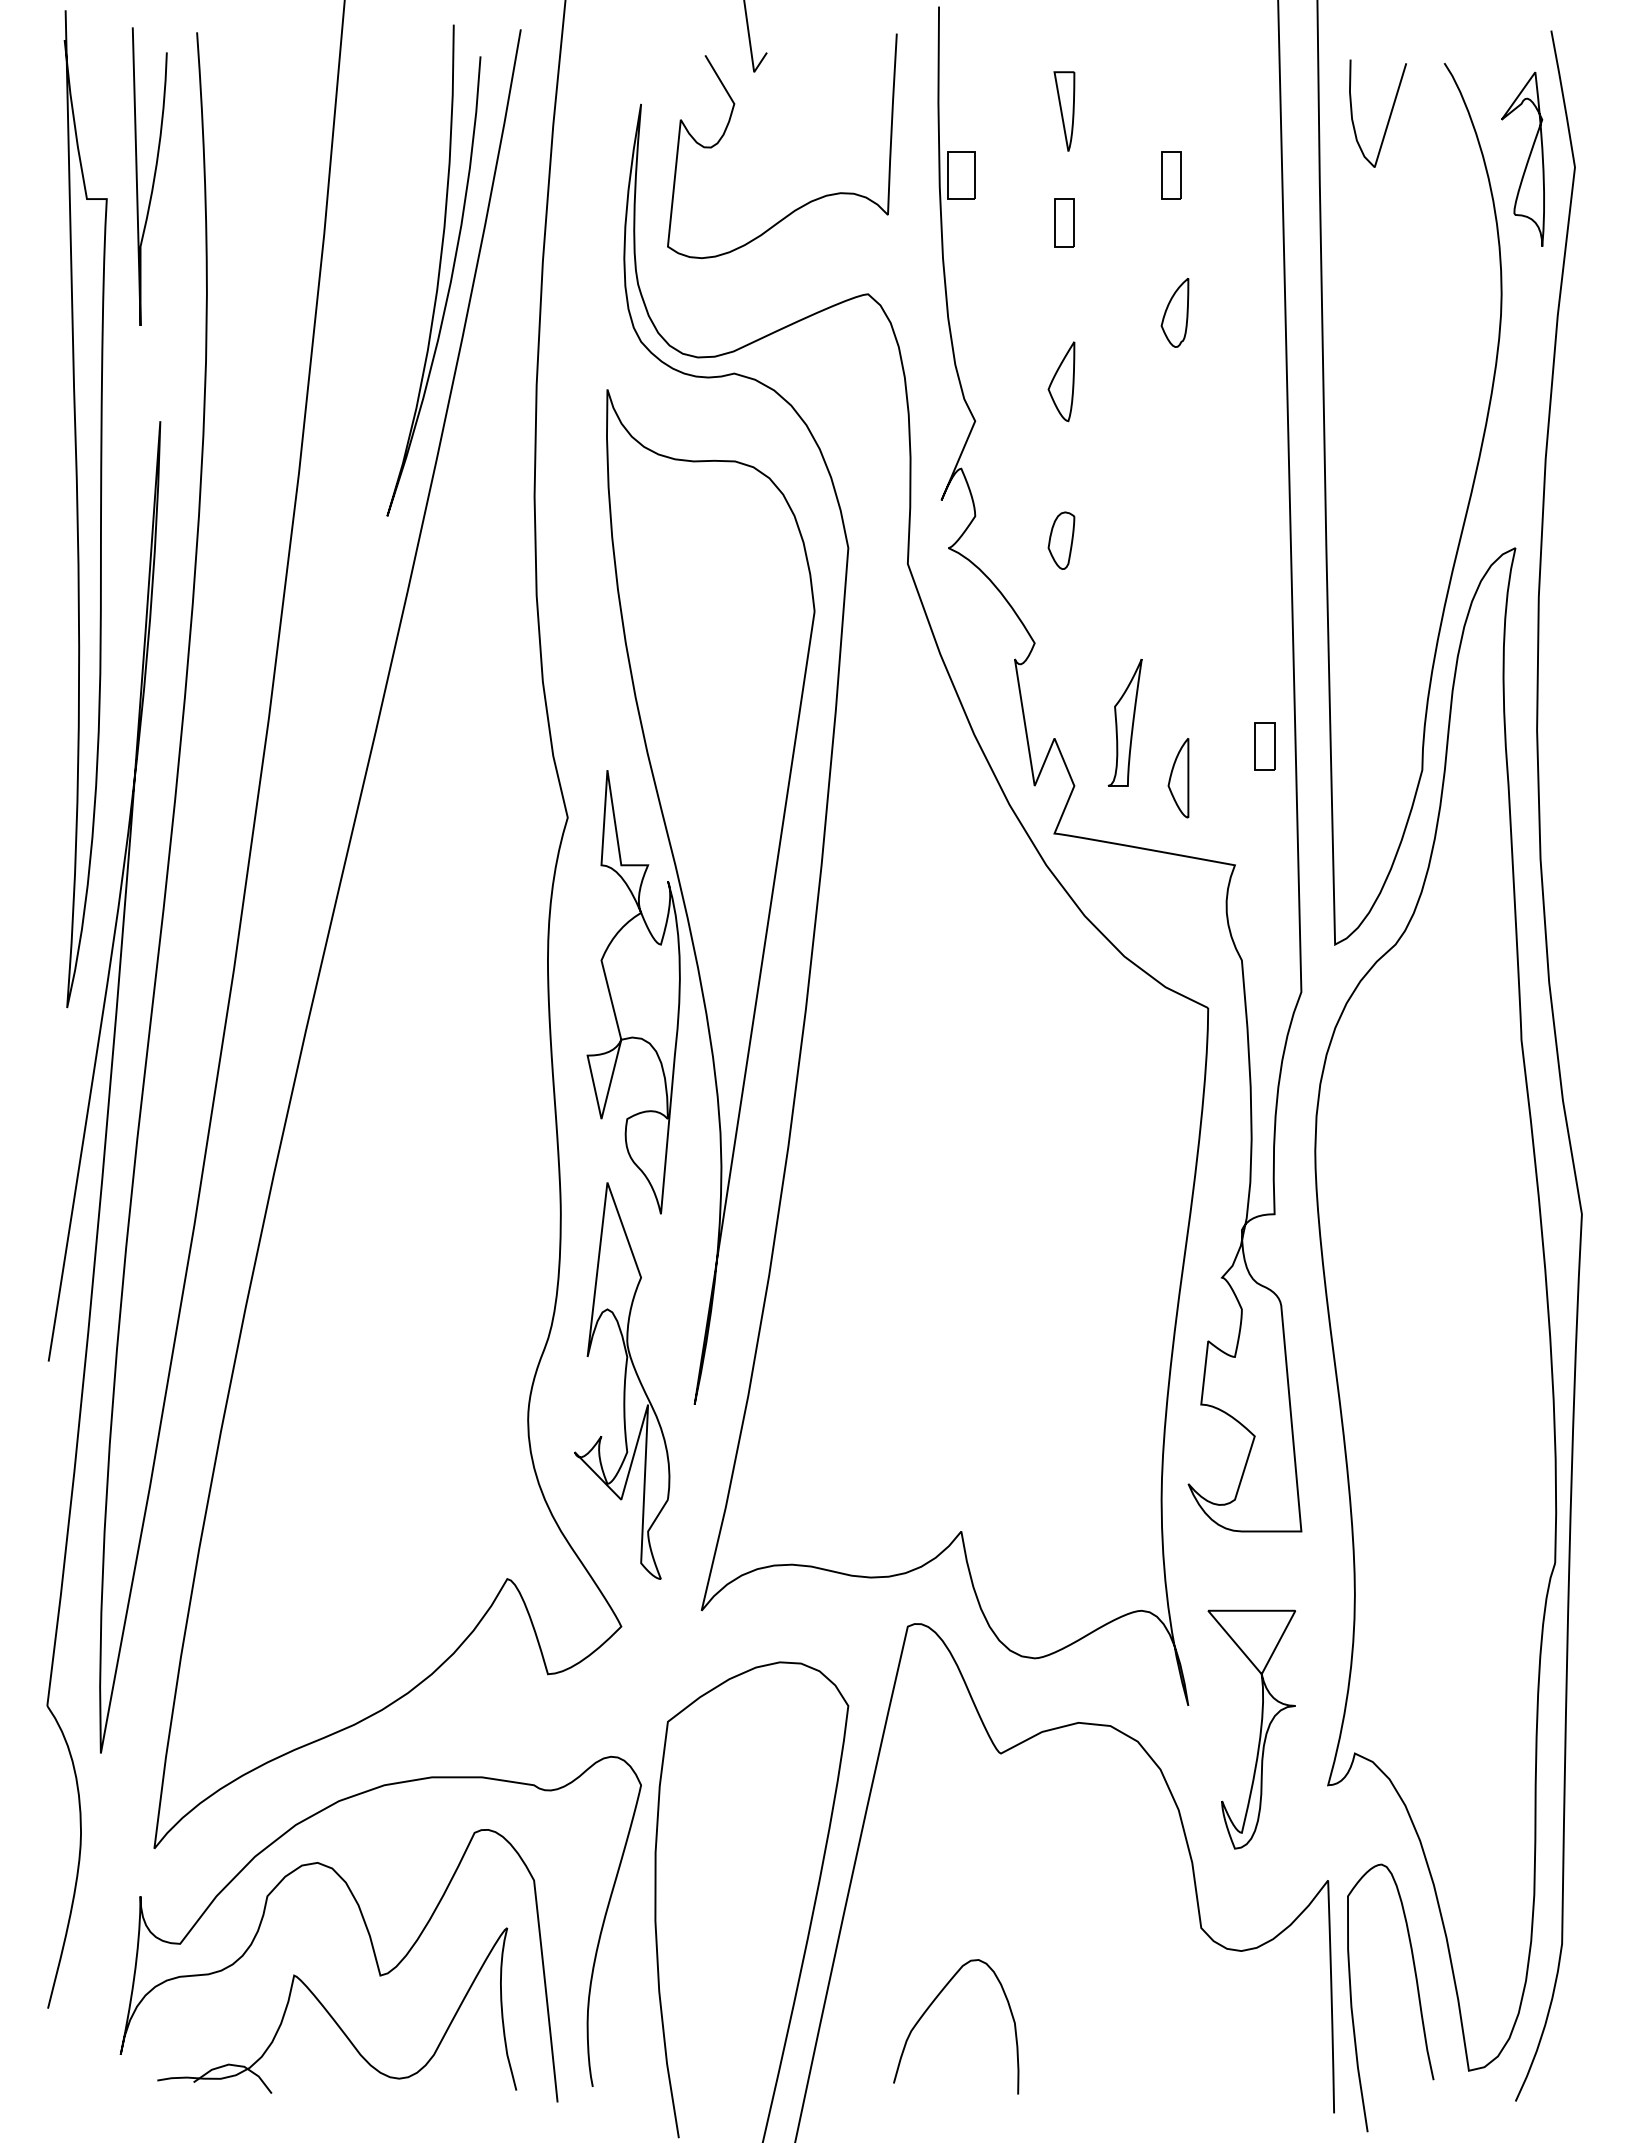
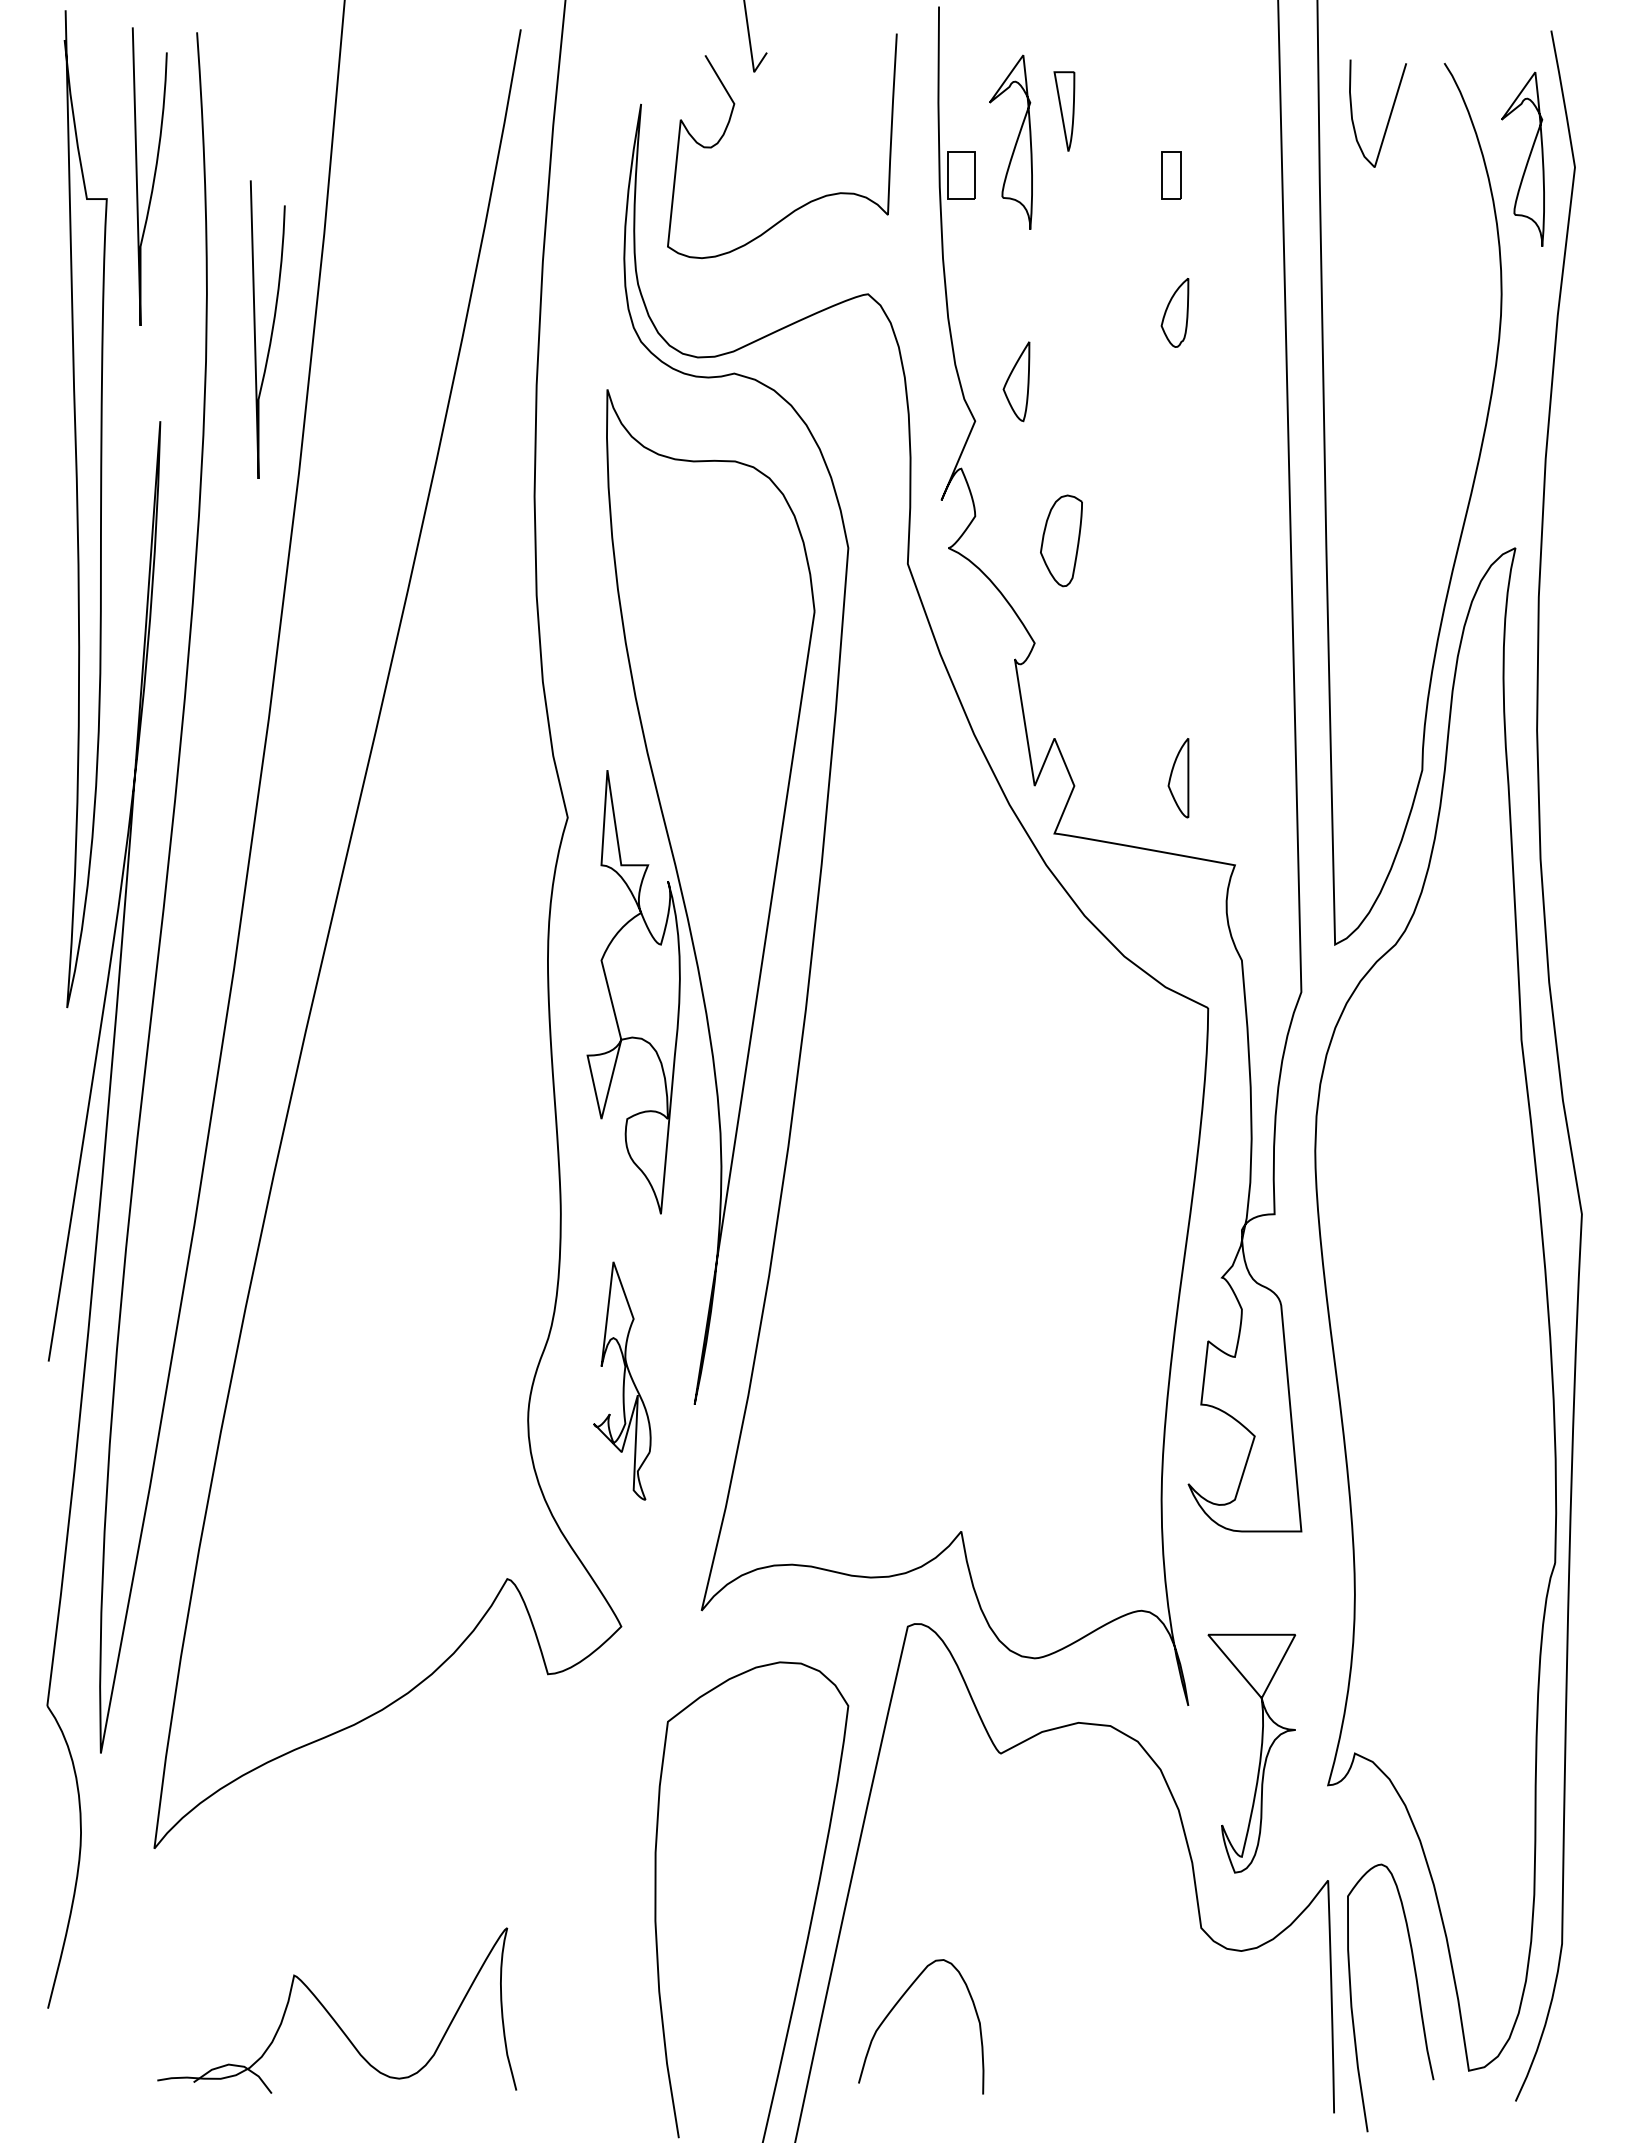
part at (1010, 141): none -> present
part at (1064, 222): present -> none
curve at (438, 270): present -> none
curve at (271, 329): none -> present
part at (1061, 381) position: (1061, 381) -> (1016, 381)
part at (1061, 540) size: 29x59 px -> 43x94 px
part at (1124, 722): present -> none
part at (1264, 746): present -> none
part at (622, 1380) size: 97x398 px -> 59x240 px
part at (1259, 1732) position: (1259, 1732) -> (1259, 1756)
curve at (369, 1931): present -> none
curve at (929, 2008) position: (929, 2008) -> (894, 2008)
